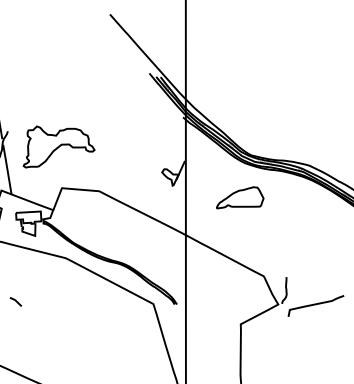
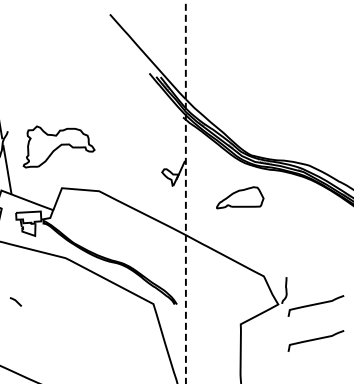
line at (185, 191): solid -> dashed
curve at (315, 340): none -> present
